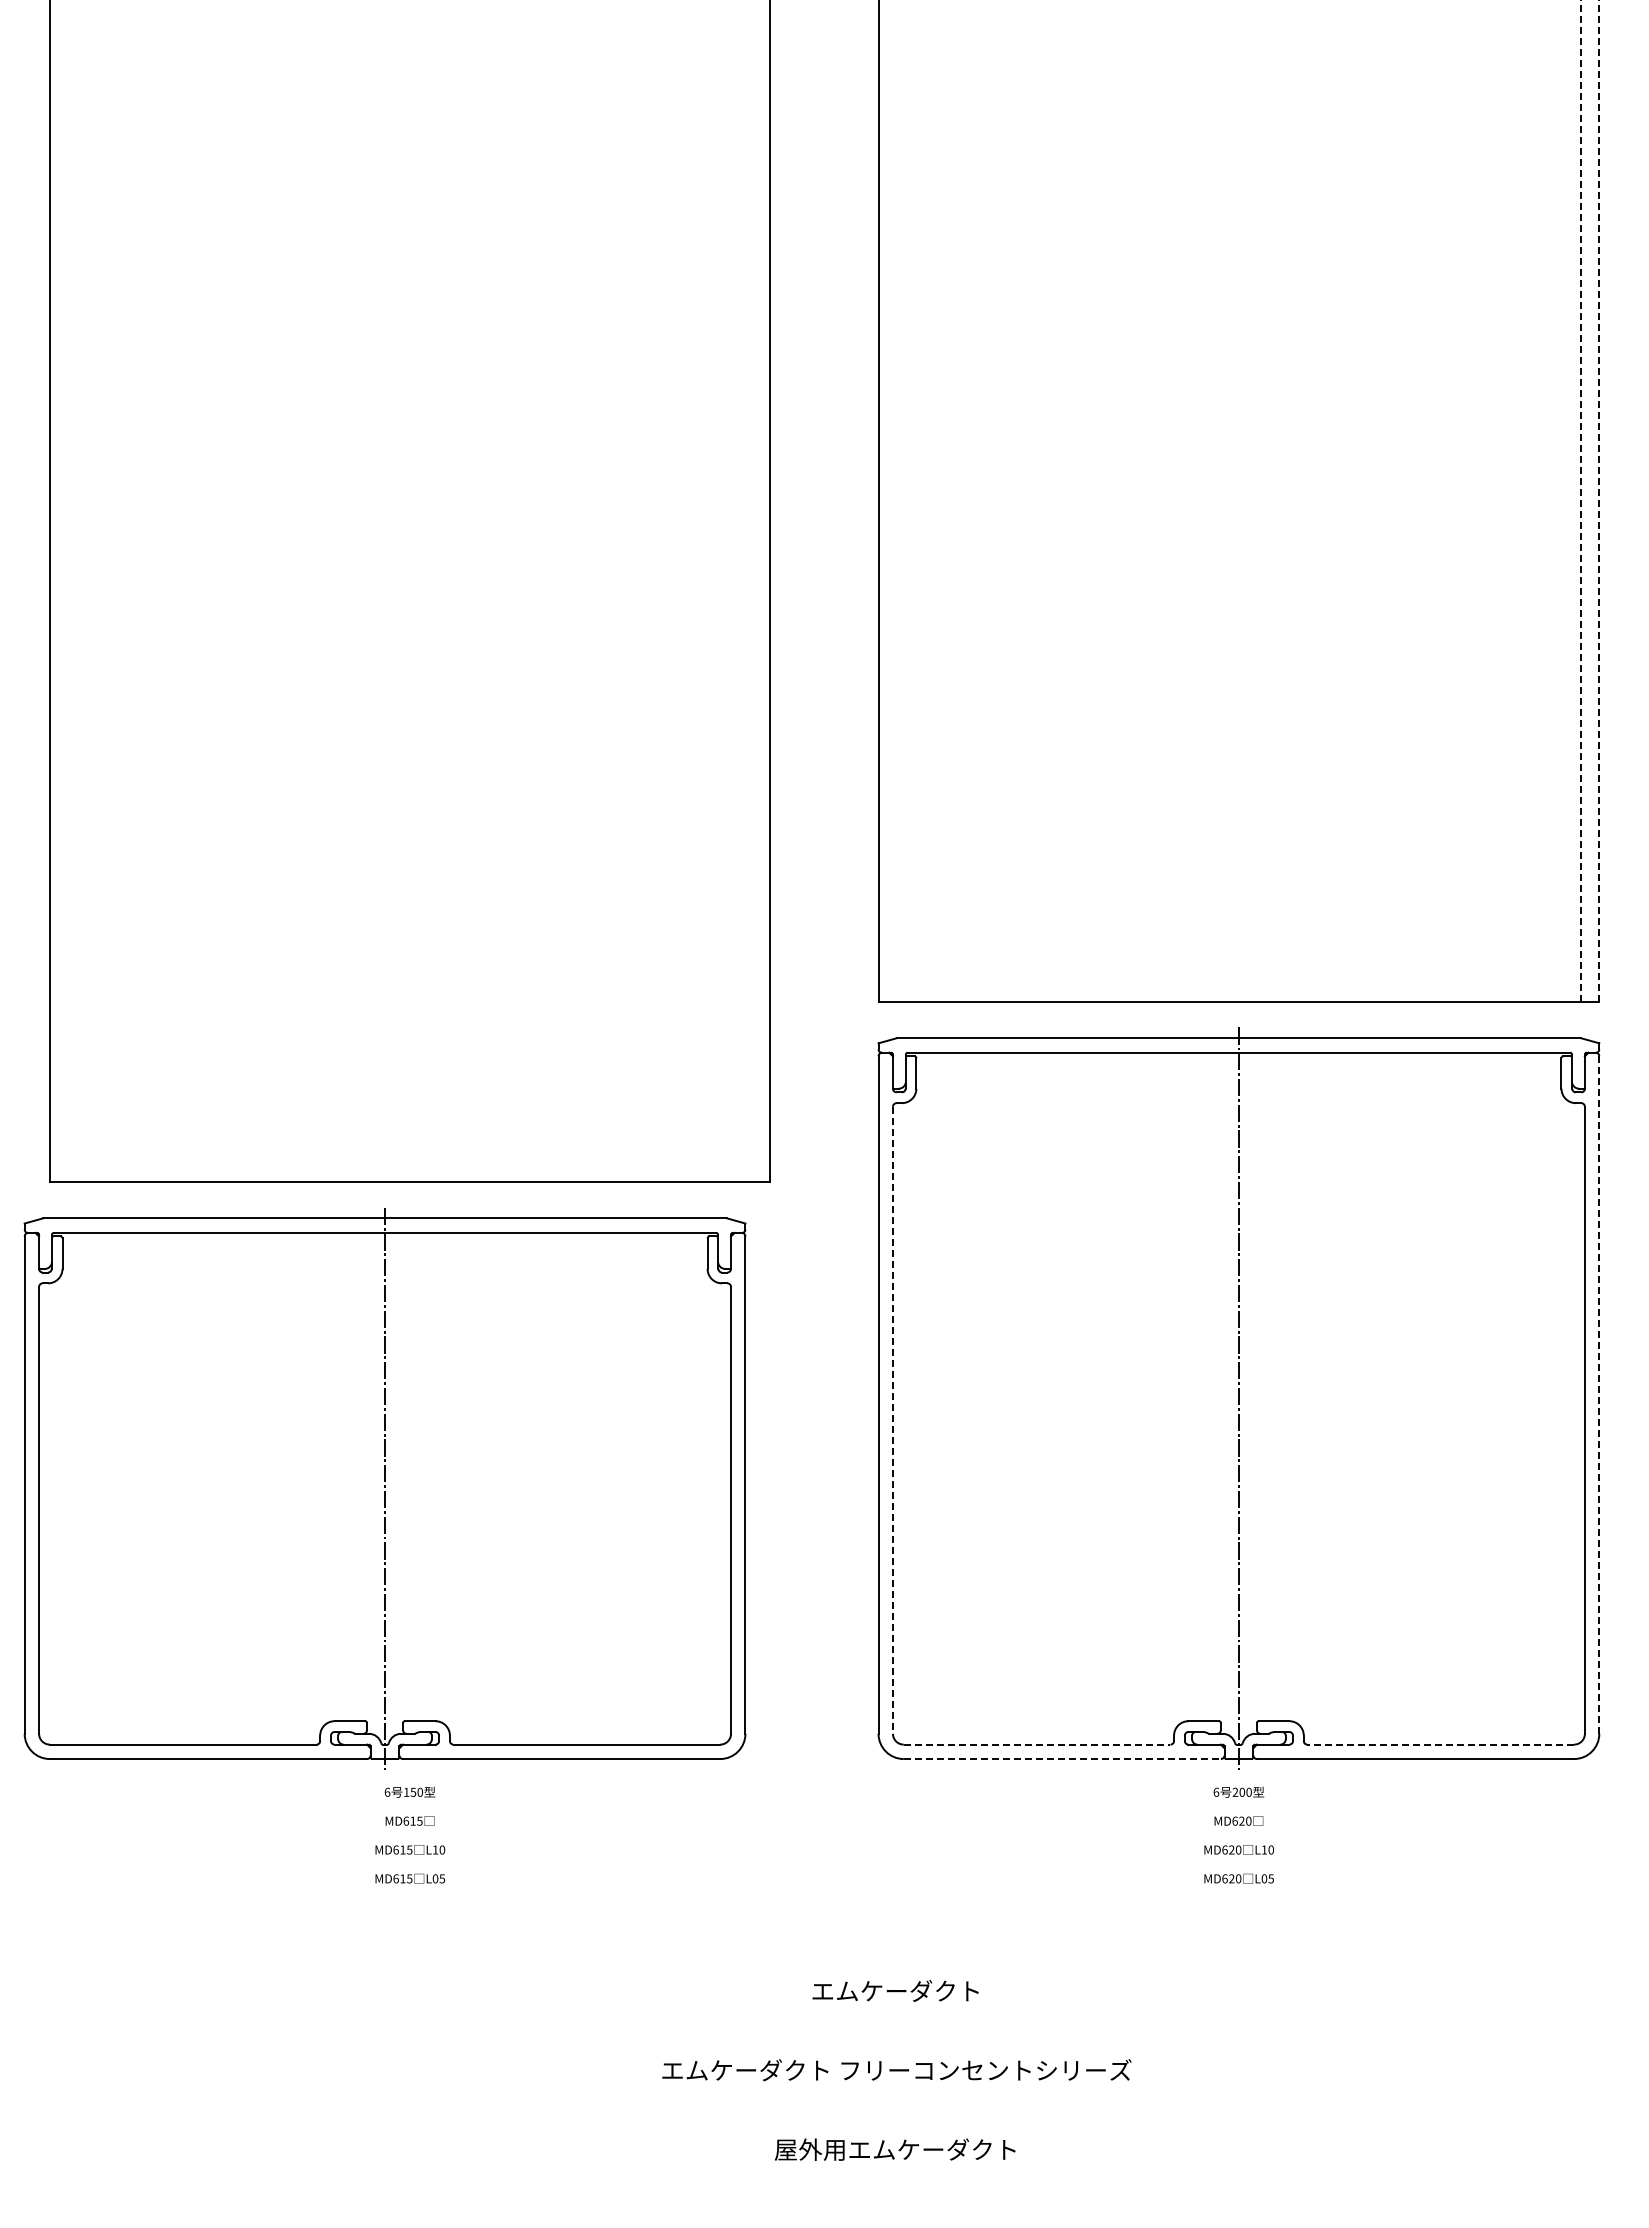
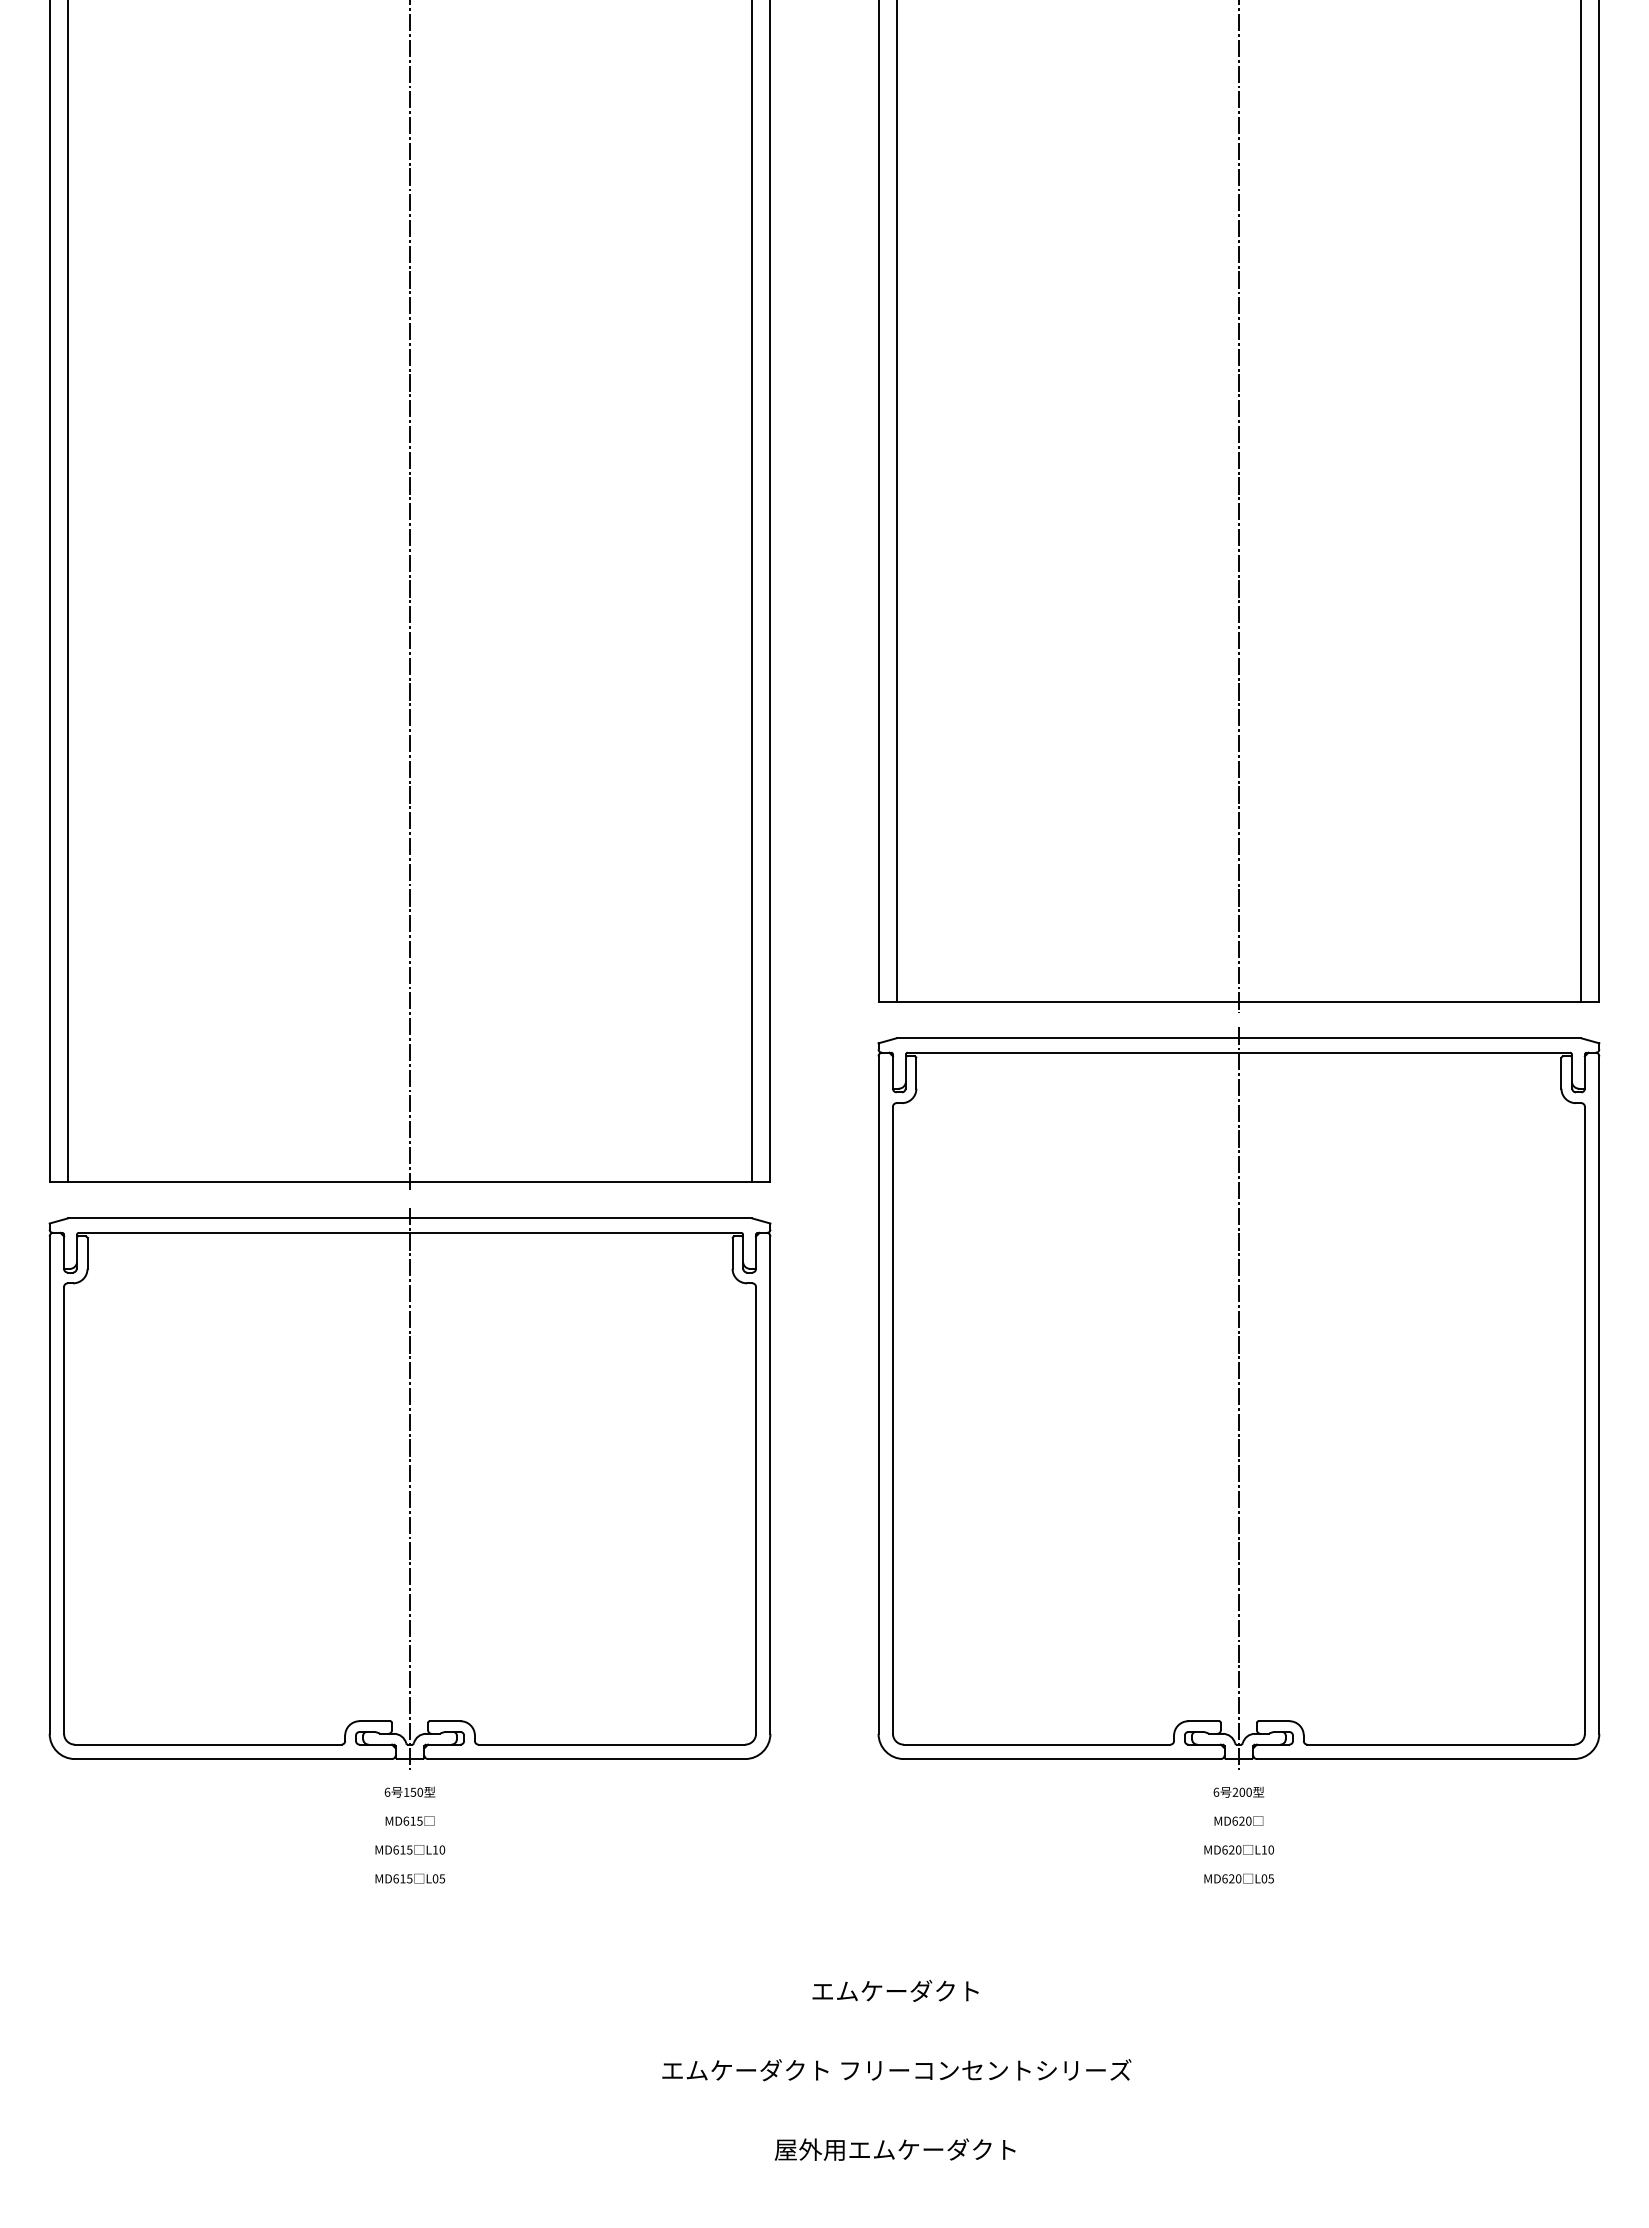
line at (1581, 501): dashed -> solid
line at (1599, 501): dashed -> solid
line at (896, 502): none -> present
line at (1238, 507): none -> present
line at (67, 592): none -> present
line at (752, 592): none -> present
line at (410, 597): none -> present
line at (1599, 1395): dashed -> solid
line at (892, 1420): dashed -> solid
part at (384, 1488) position: (384, 1488) -> (409, 1488)
line at (1037, 1744): dashed -> solid
line at (1440, 1744): dashed -> solid
line at (1062, 1759): dashed -> solid
